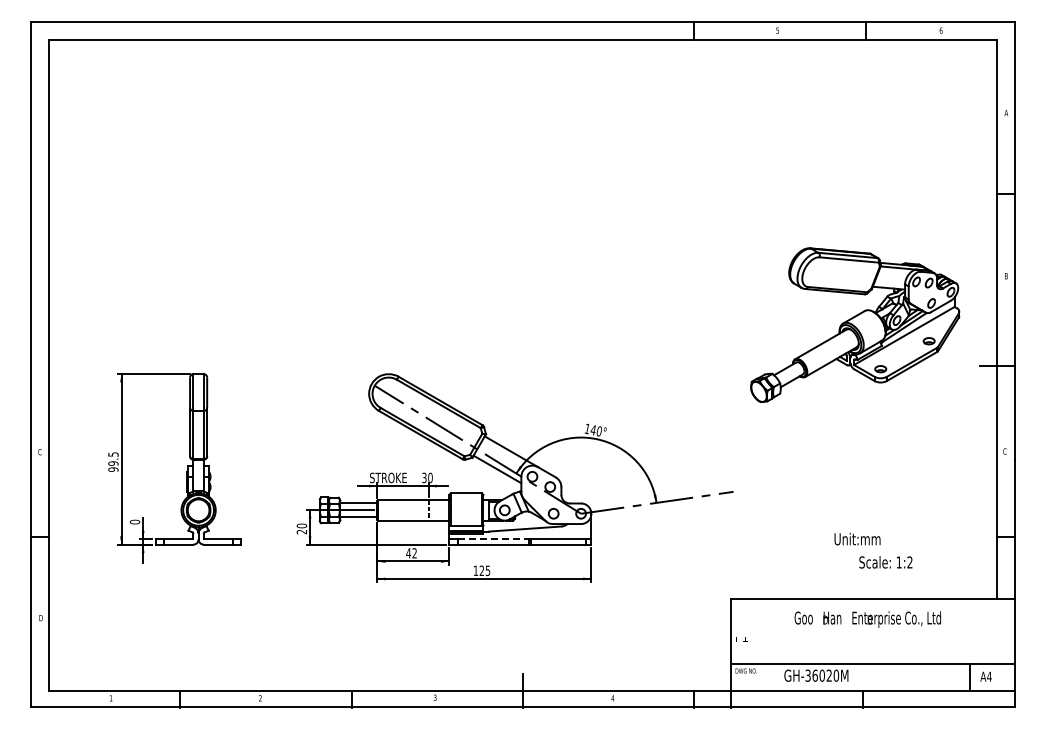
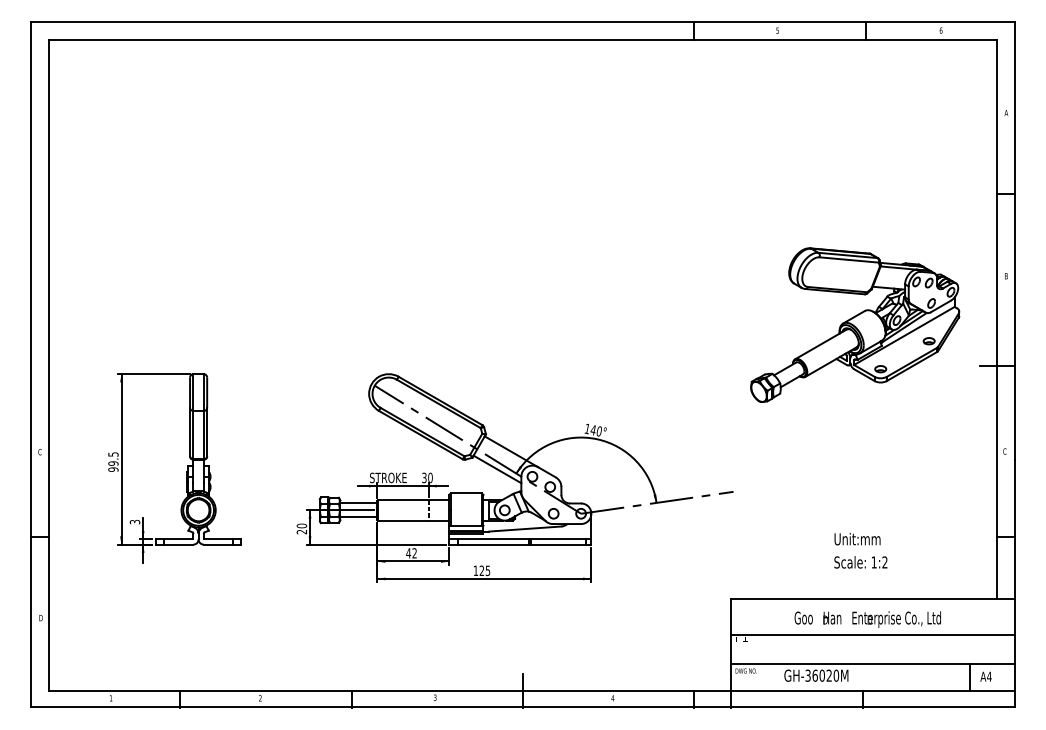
text at (135, 521): 0 -> 3
line at (493, 539): dashed -> solid
text at (885, 562) position: (885, 562) -> (860, 562)
line at (872, 635): none -> present
